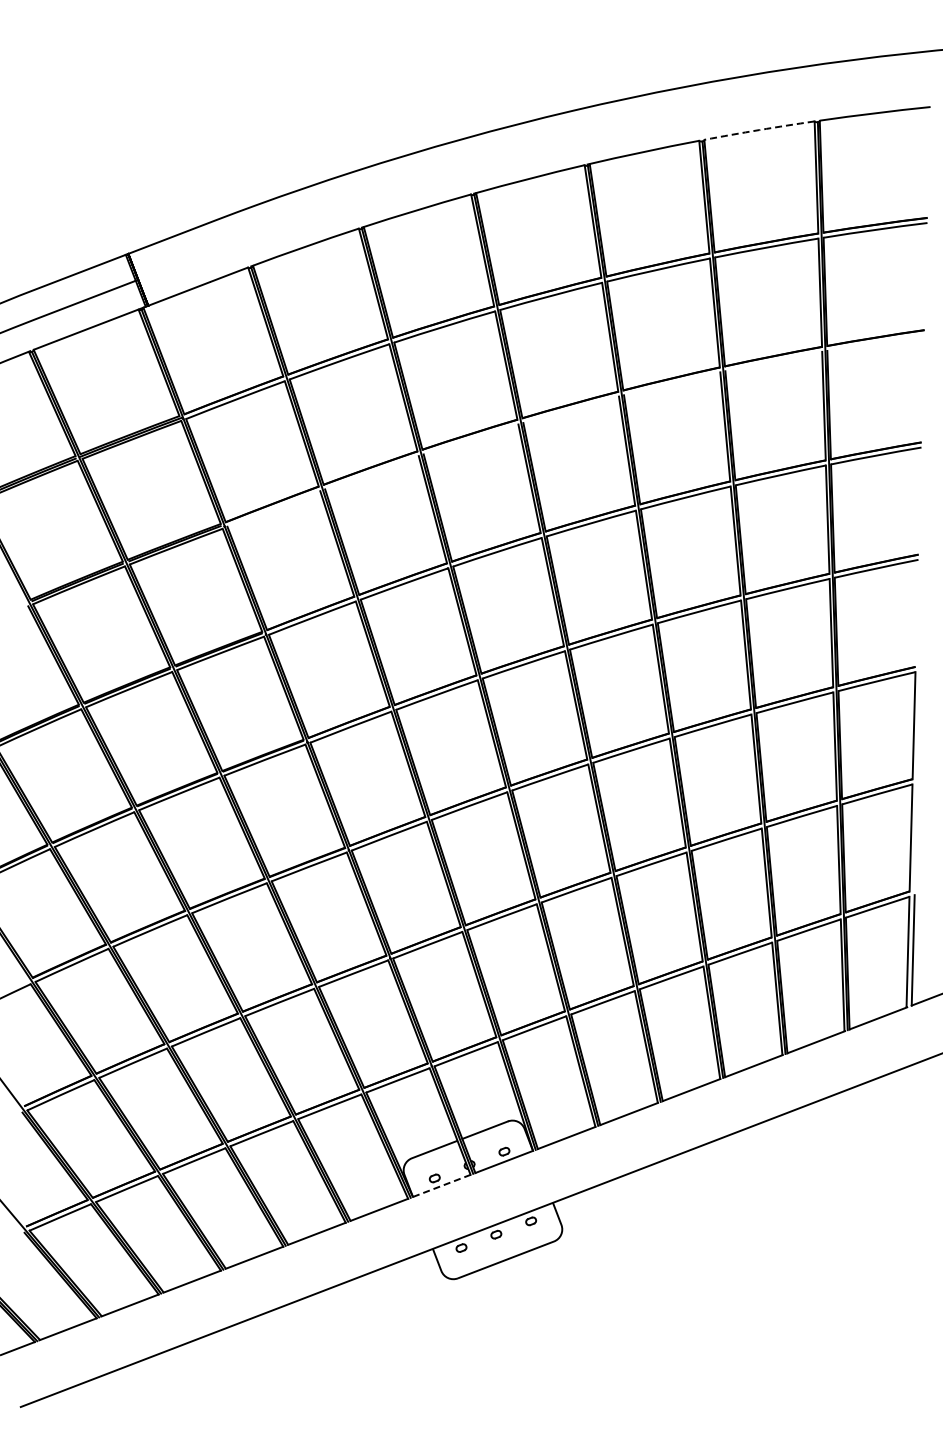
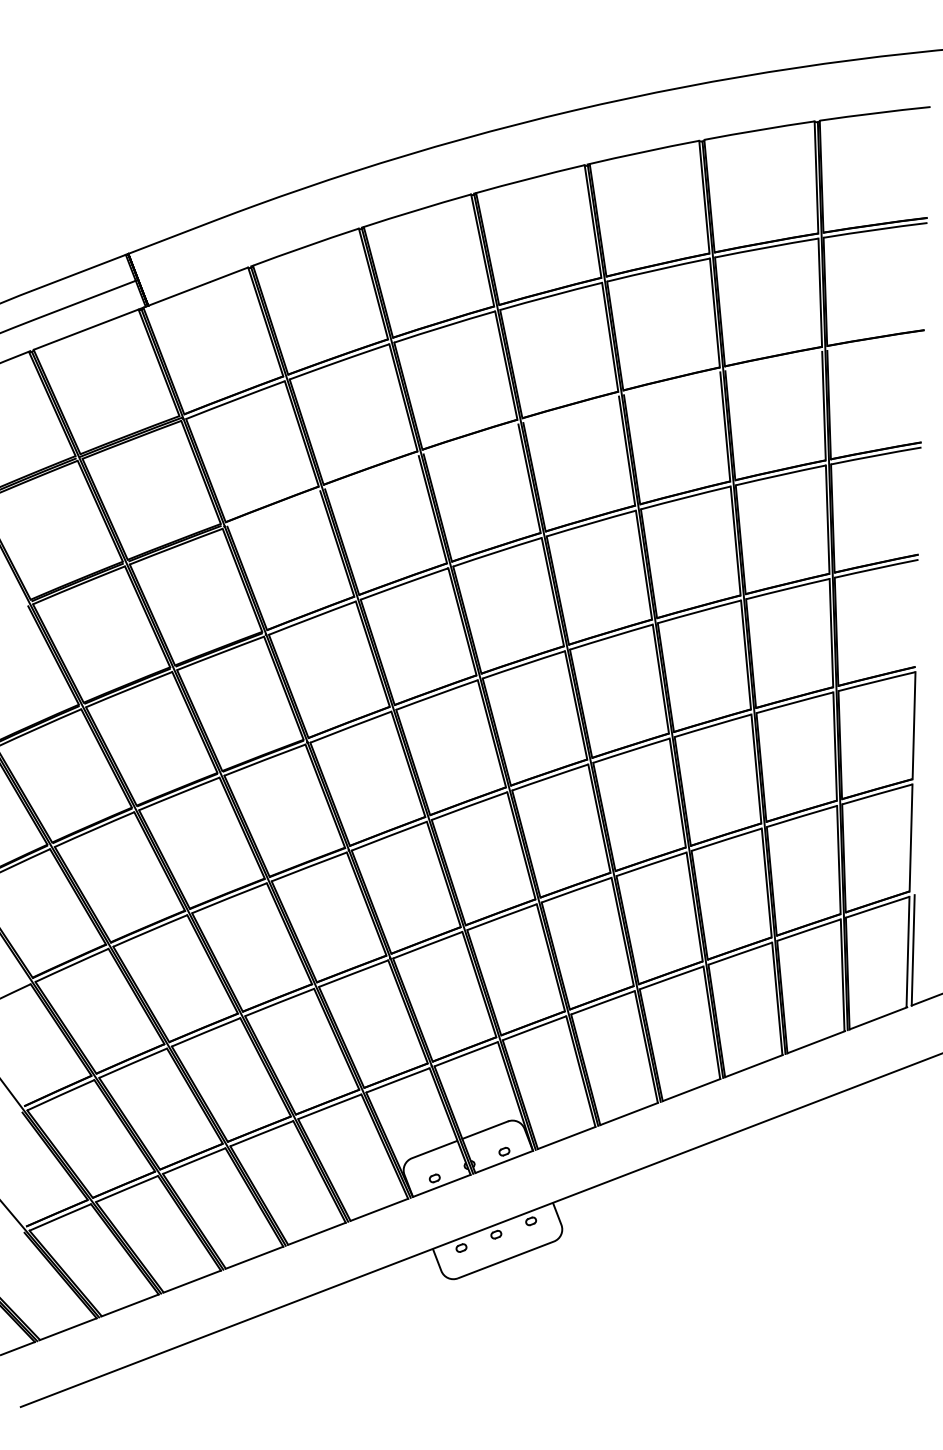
arc at (759, 130): dashed -> solid
line at (441, 1185): dashed -> solid
